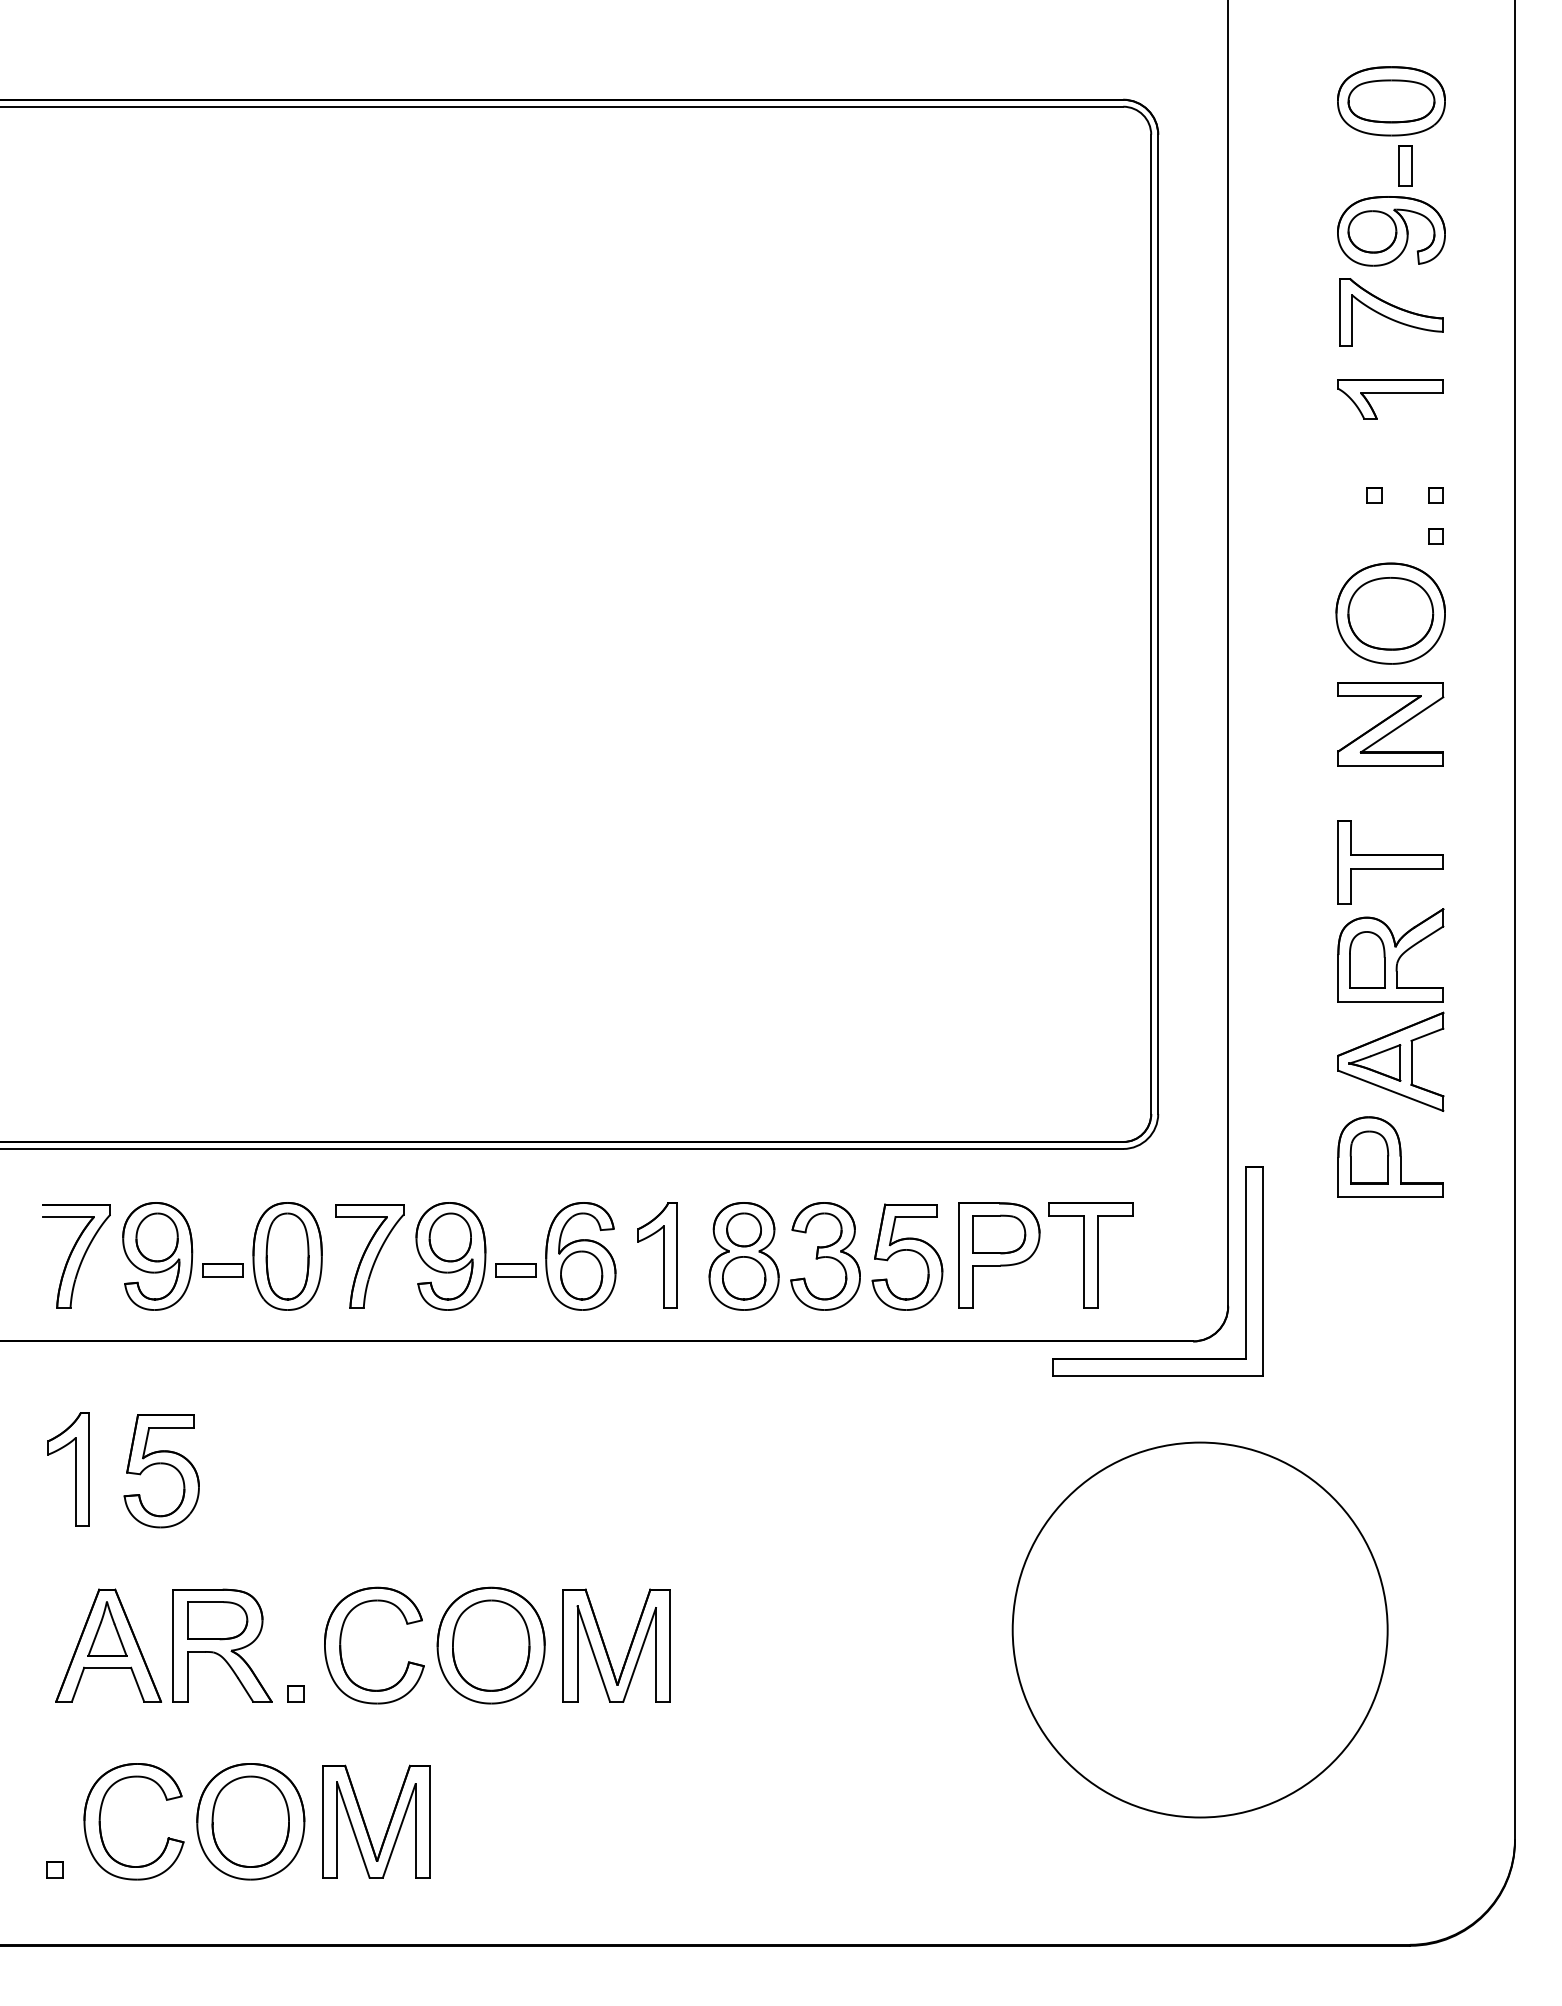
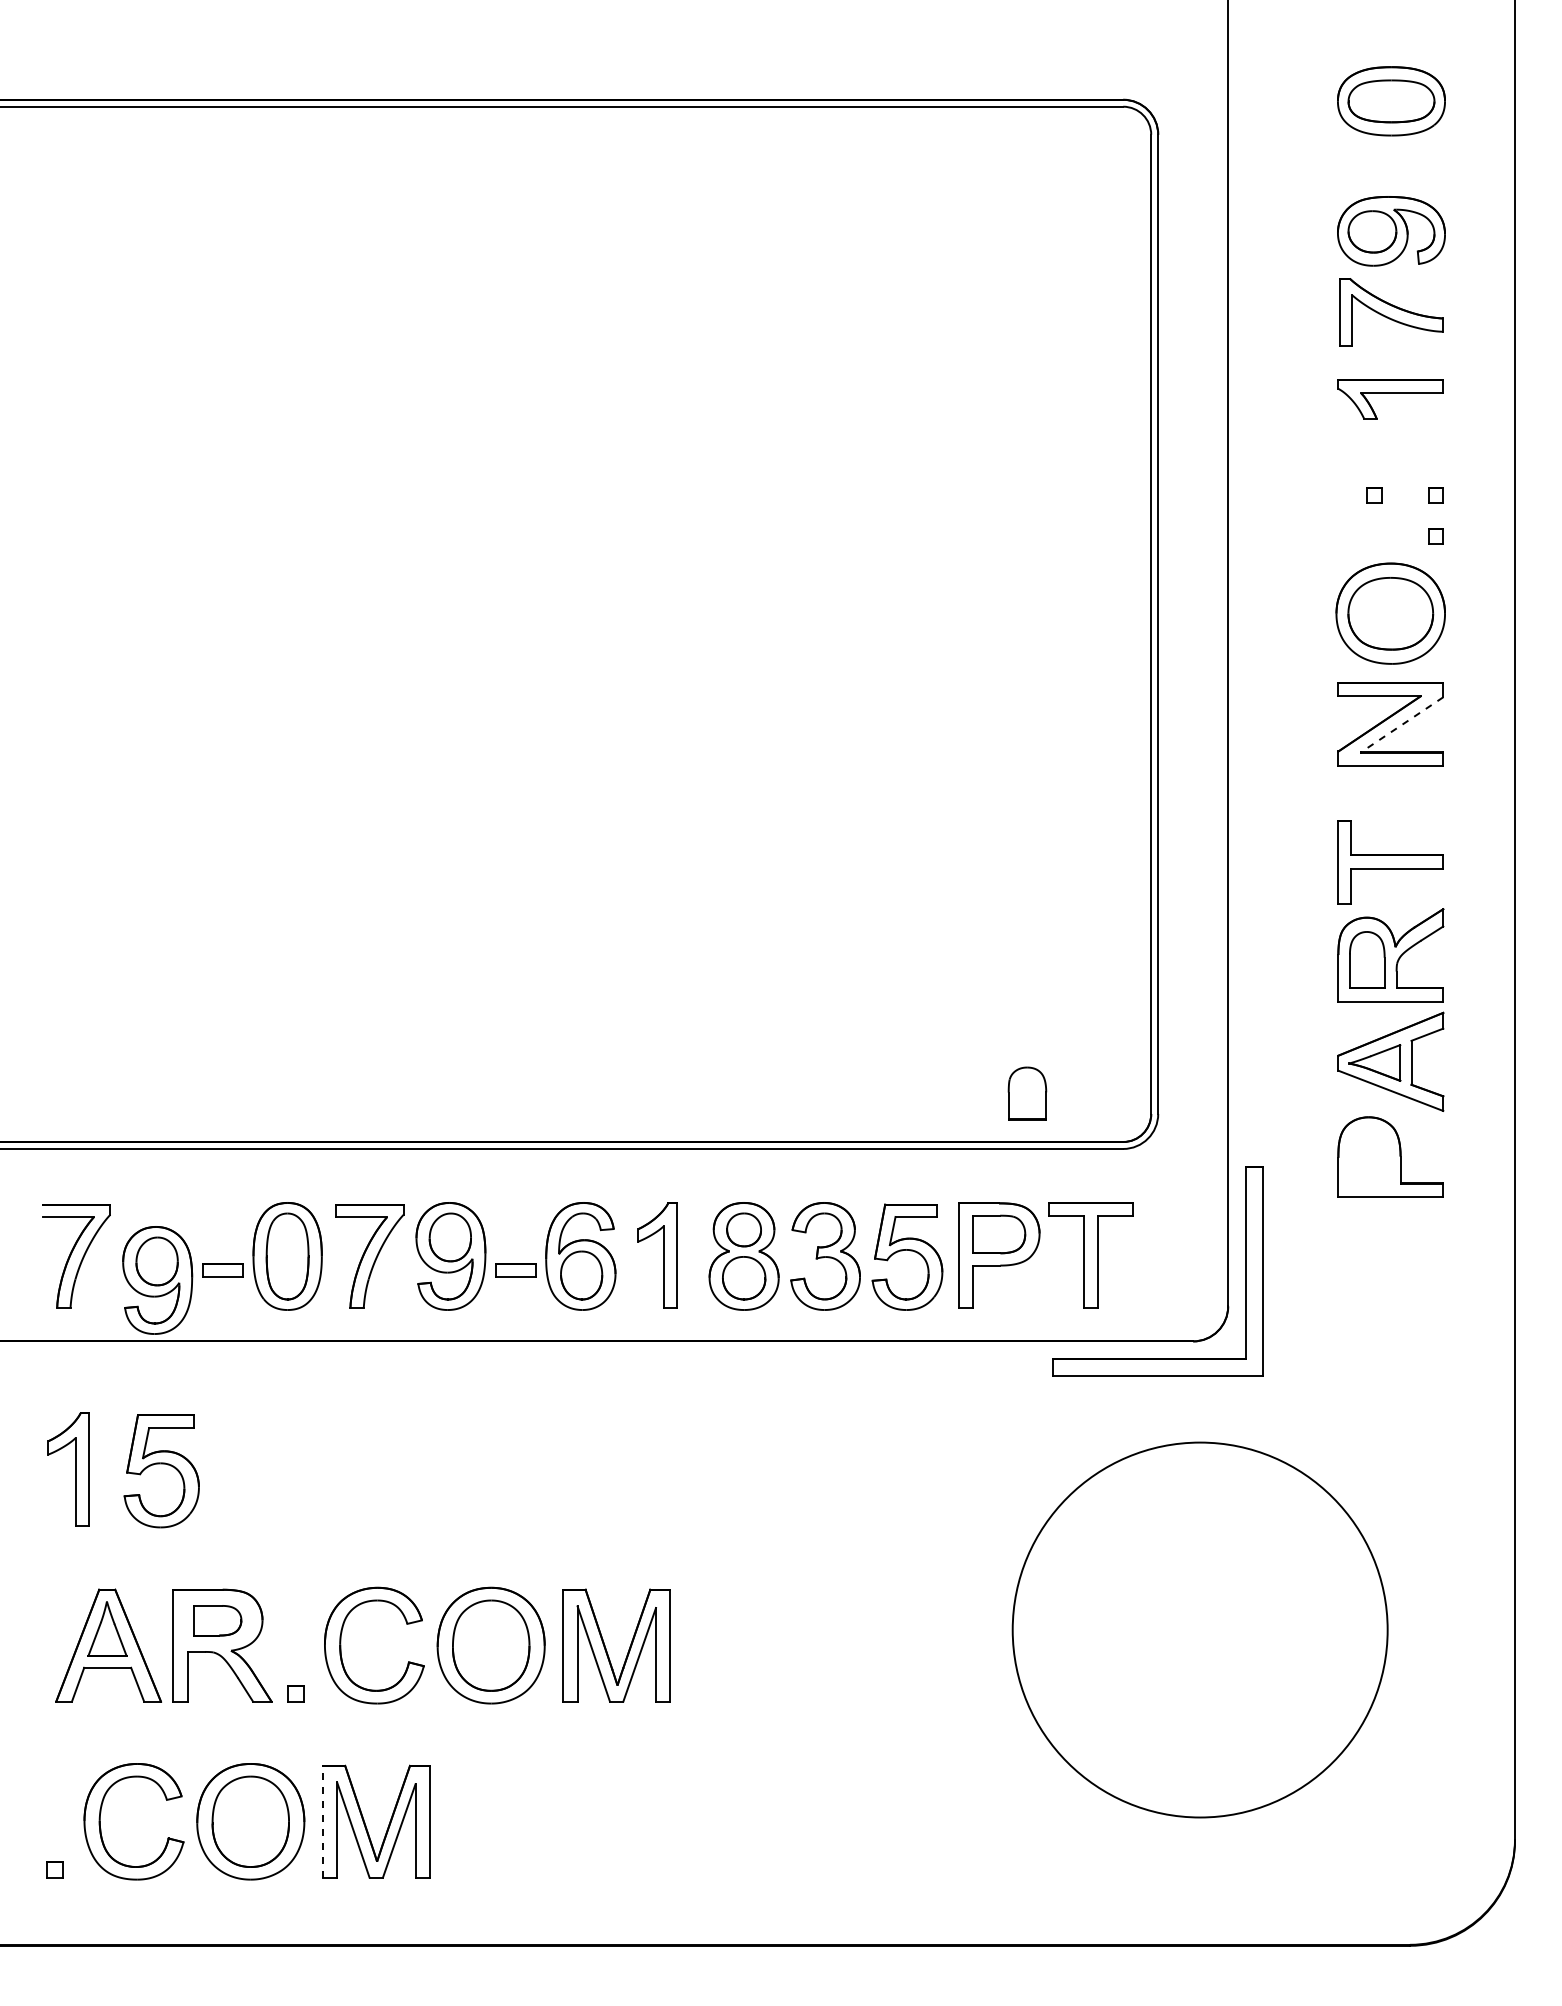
part at (1405, 165): present -> none
line at (1402, 724): solid -> dashed
part at (1369, 1157) position: (1369, 1157) -> (1027, 1093)
part at (157, 1256) position: (157, 1256) -> (157, 1280)
part at (217, 1620) size: 62x40 px -> 50x32 px
line at (322, 1821): solid -> dashed
